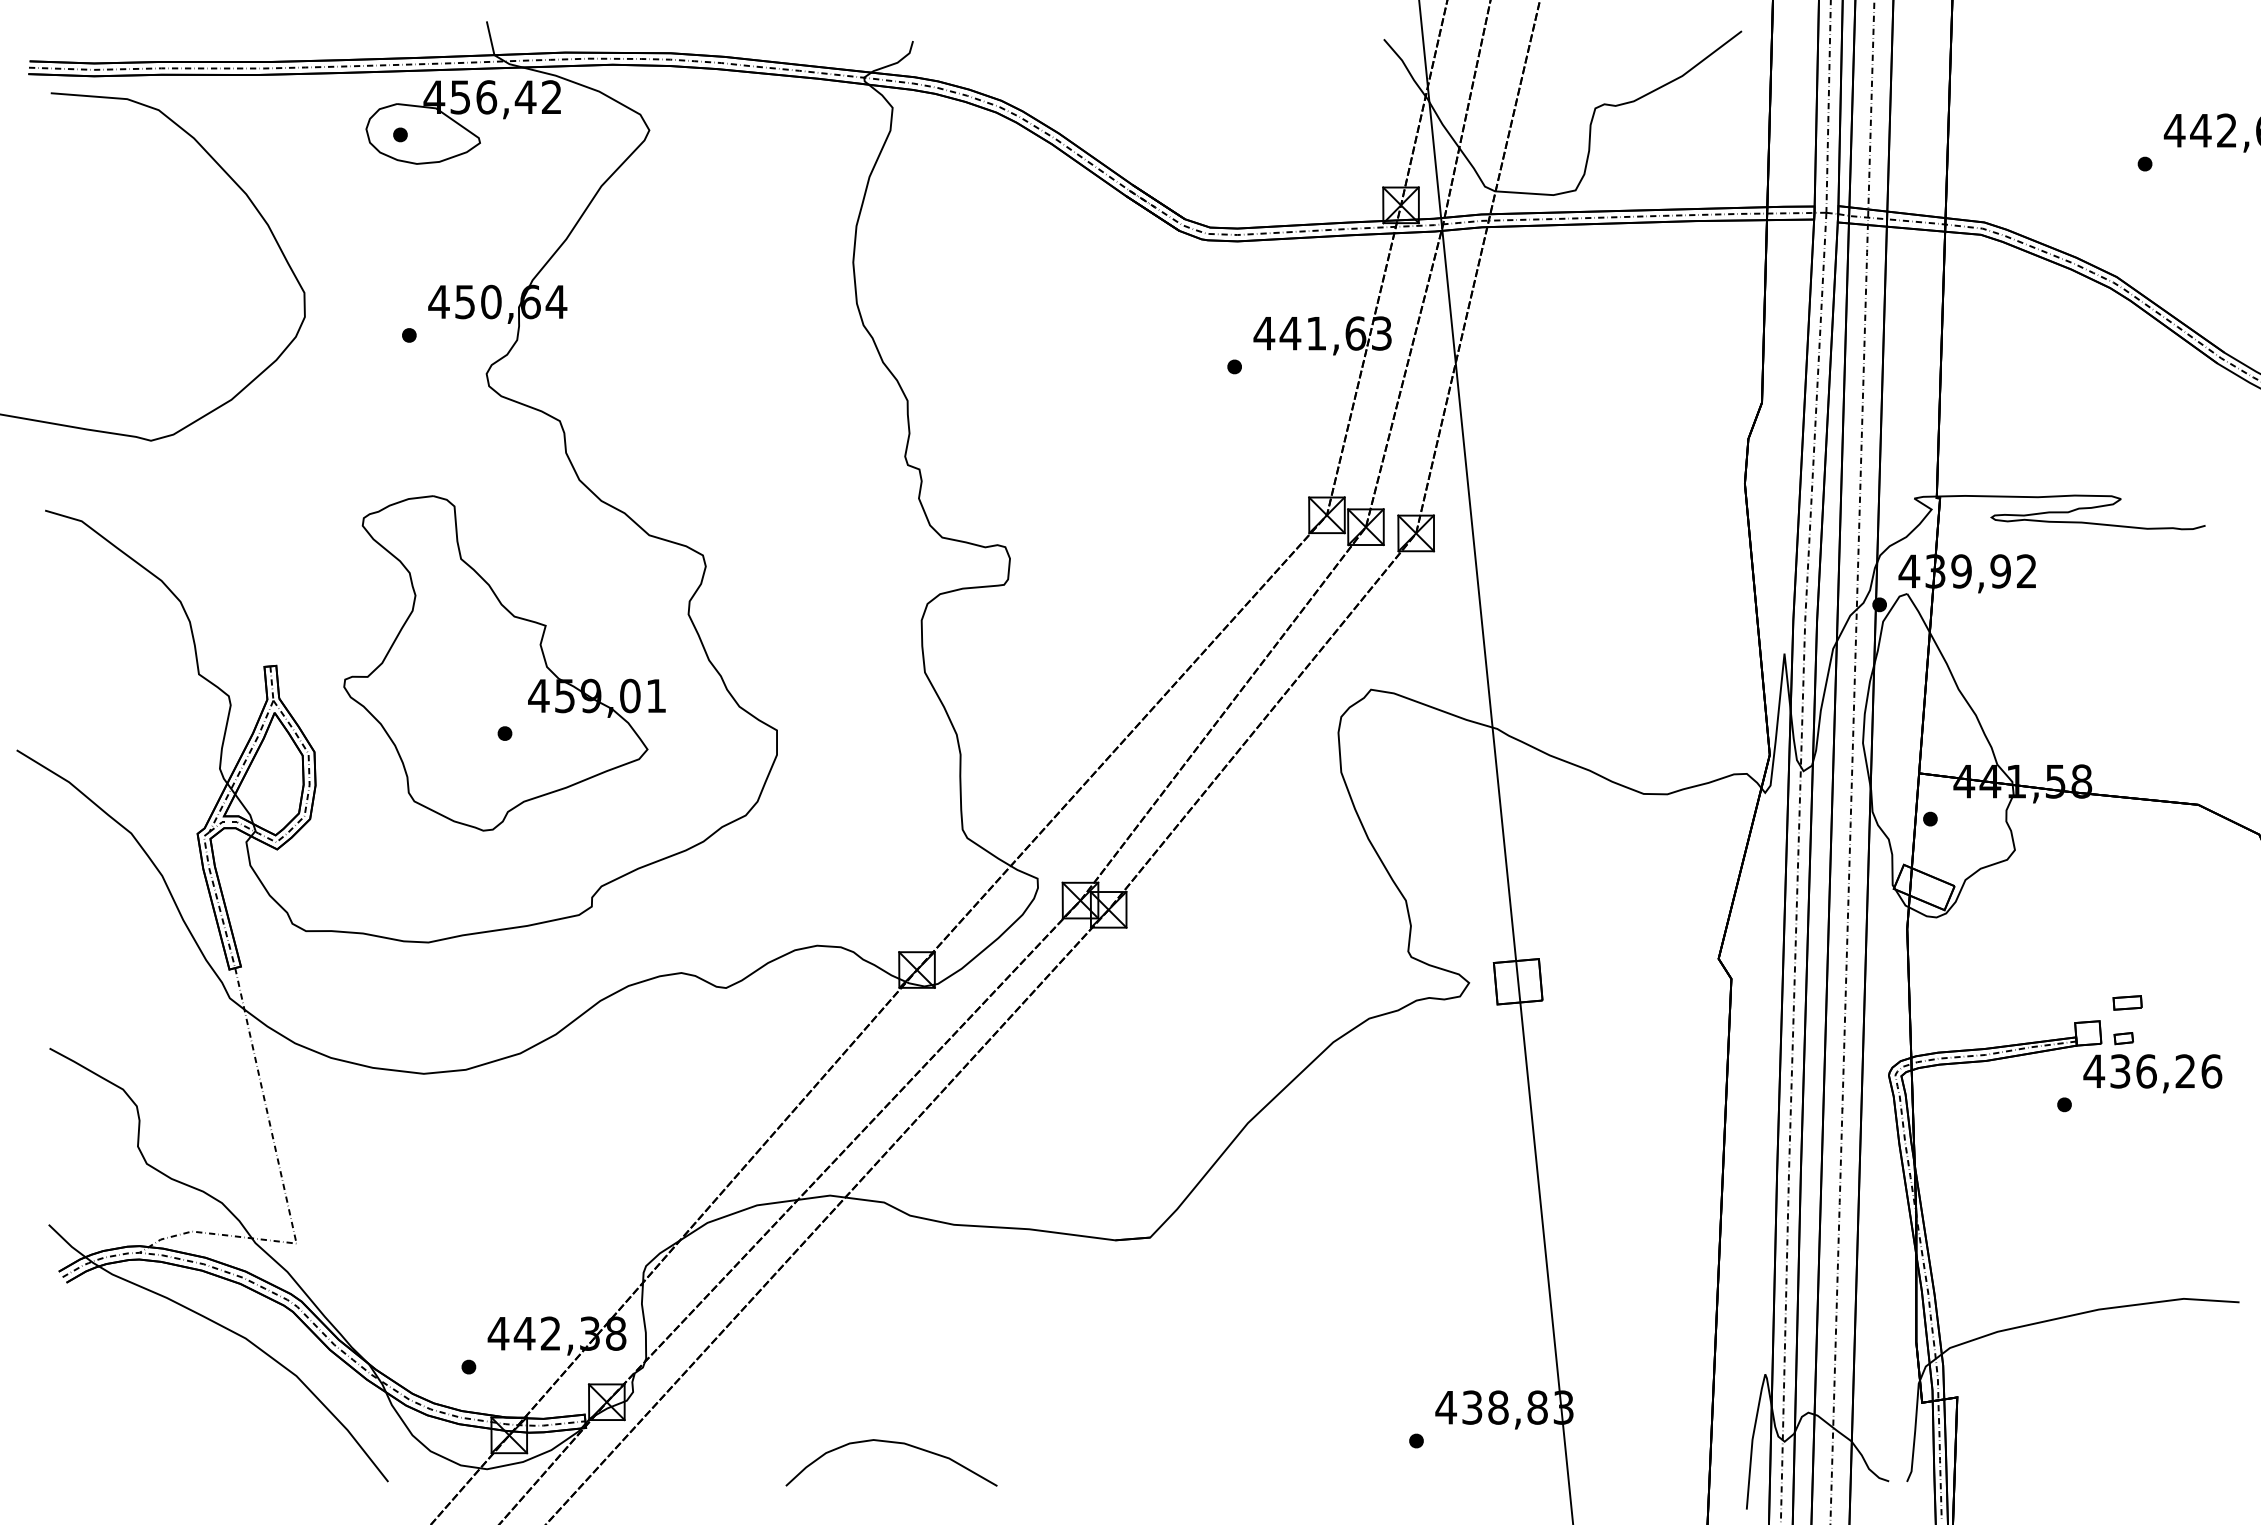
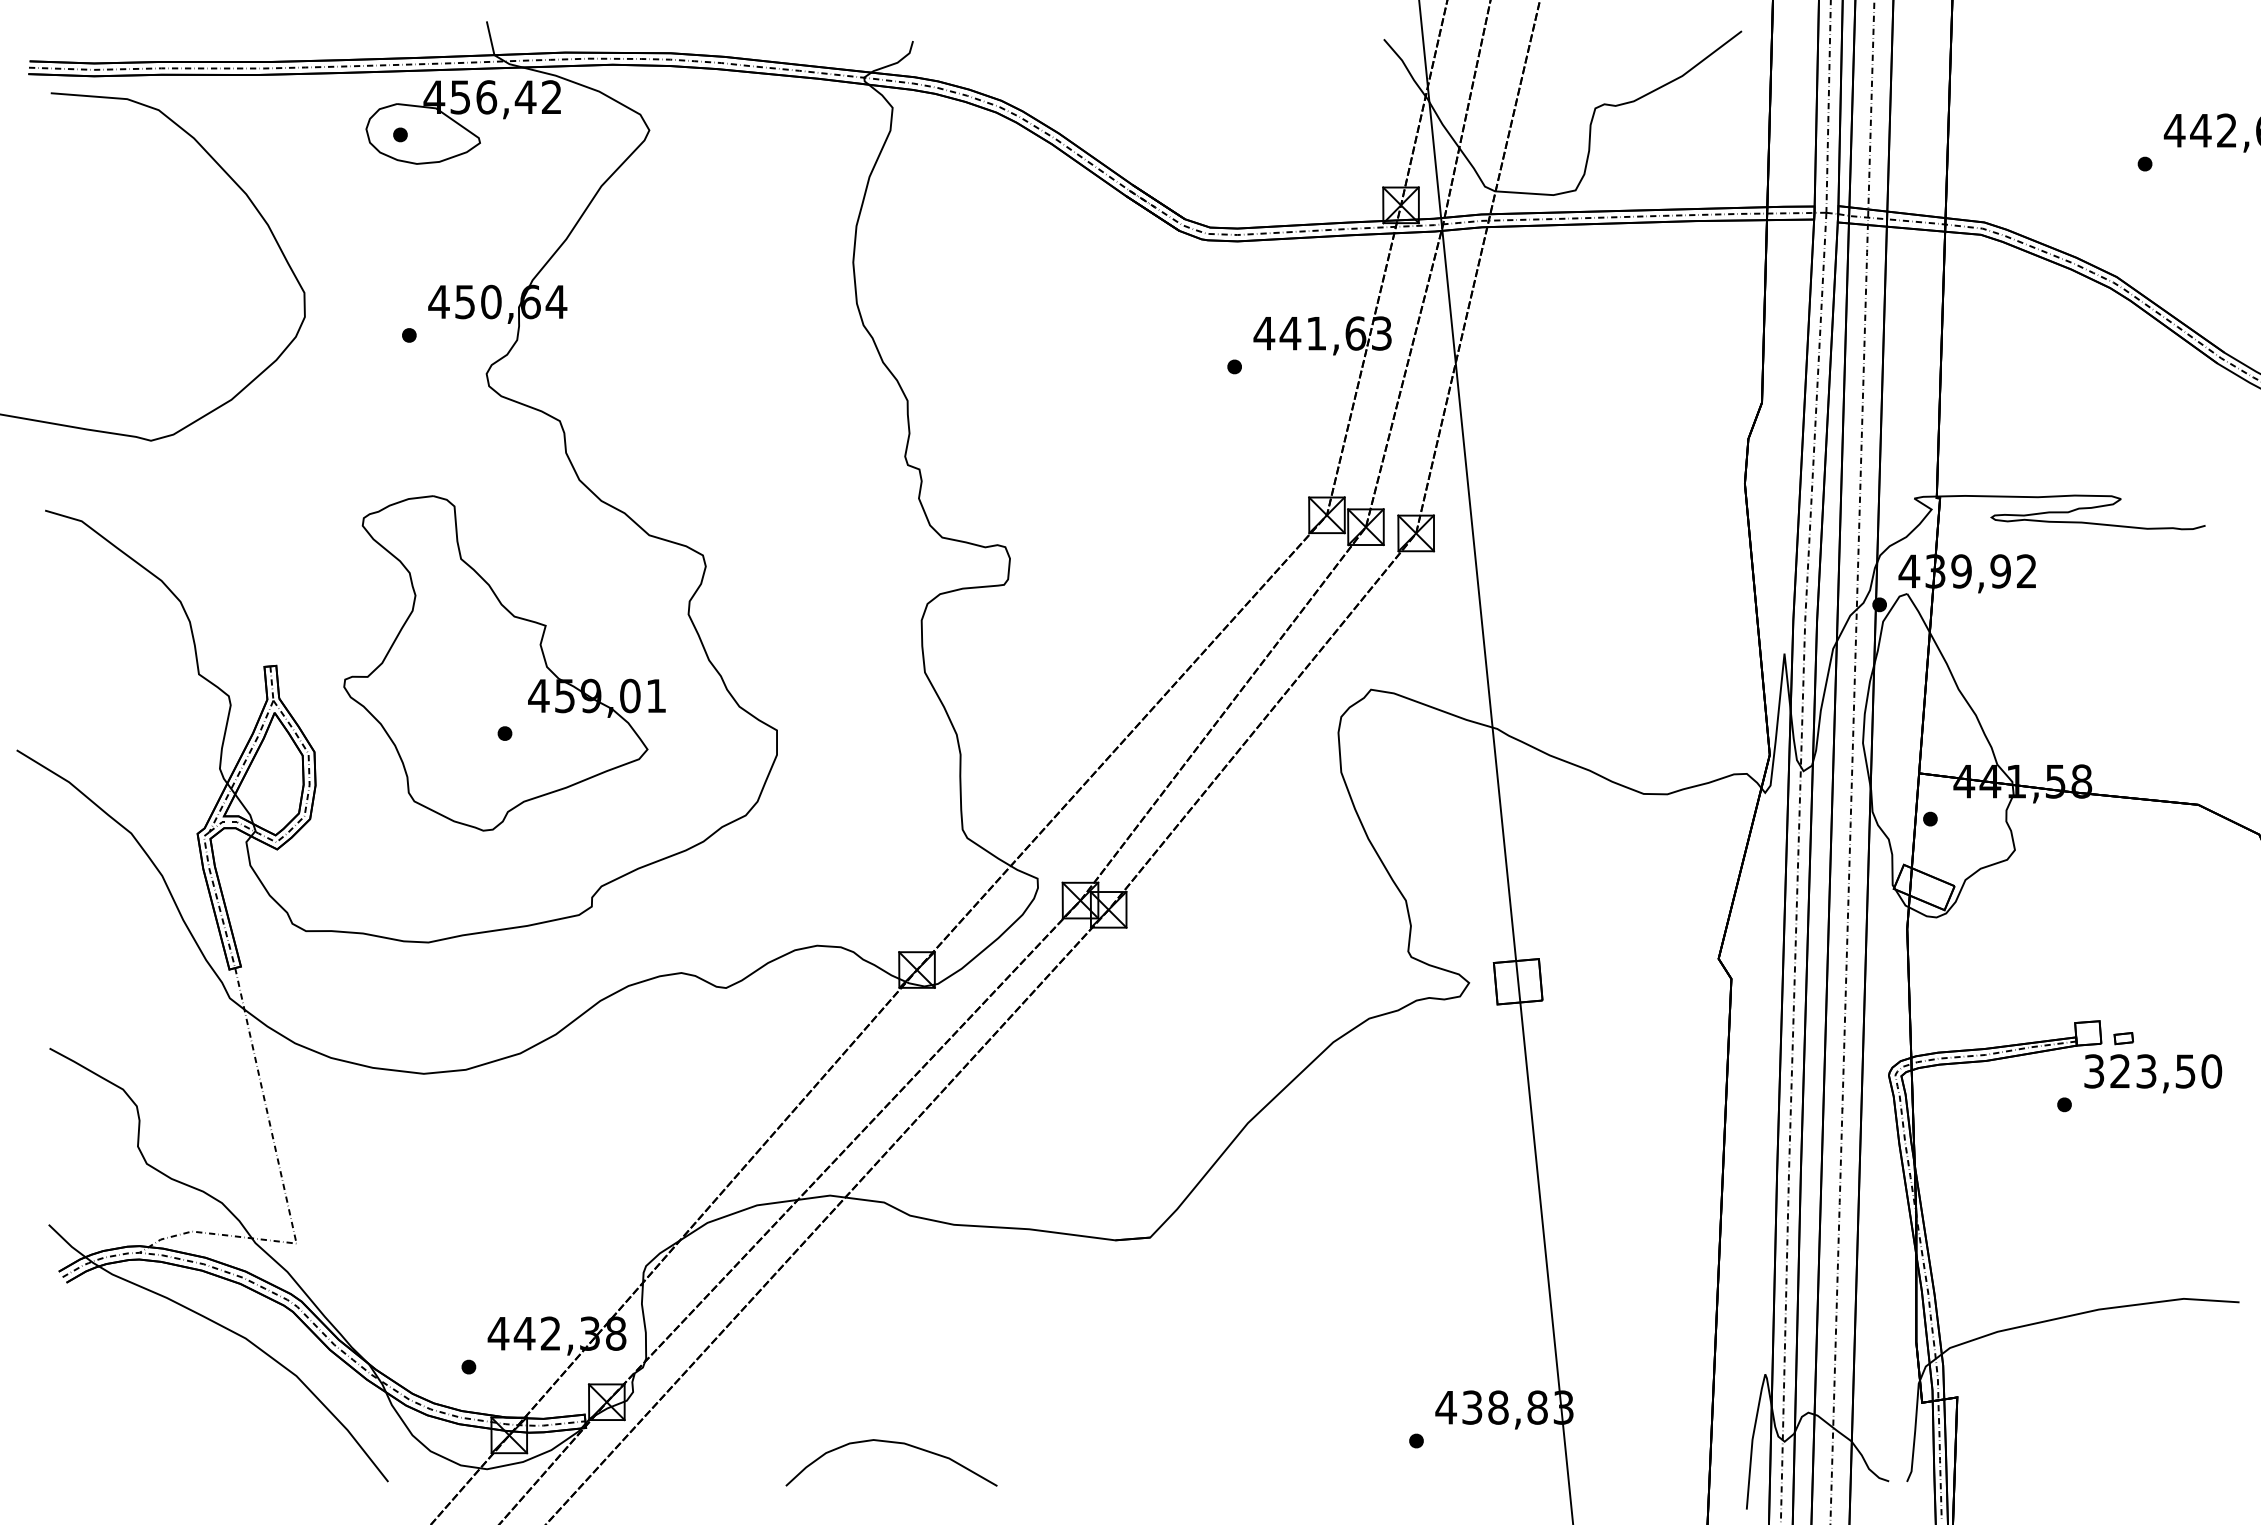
part at (2127, 1002): present -> none
text at (2152, 1071): 436,26 -> 323,50
